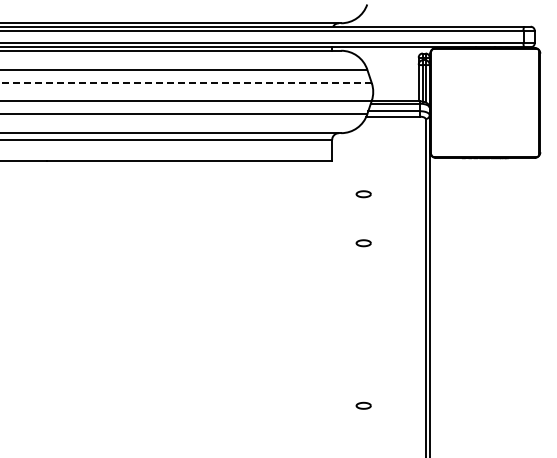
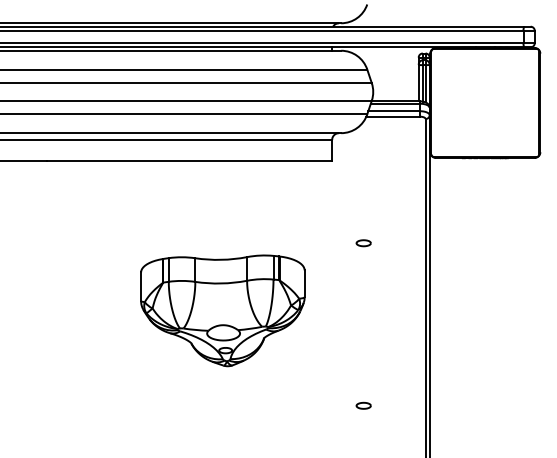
line at (185, 83): dashed -> solid
part at (363, 194): present -> none
part at (222, 310): none -> present
